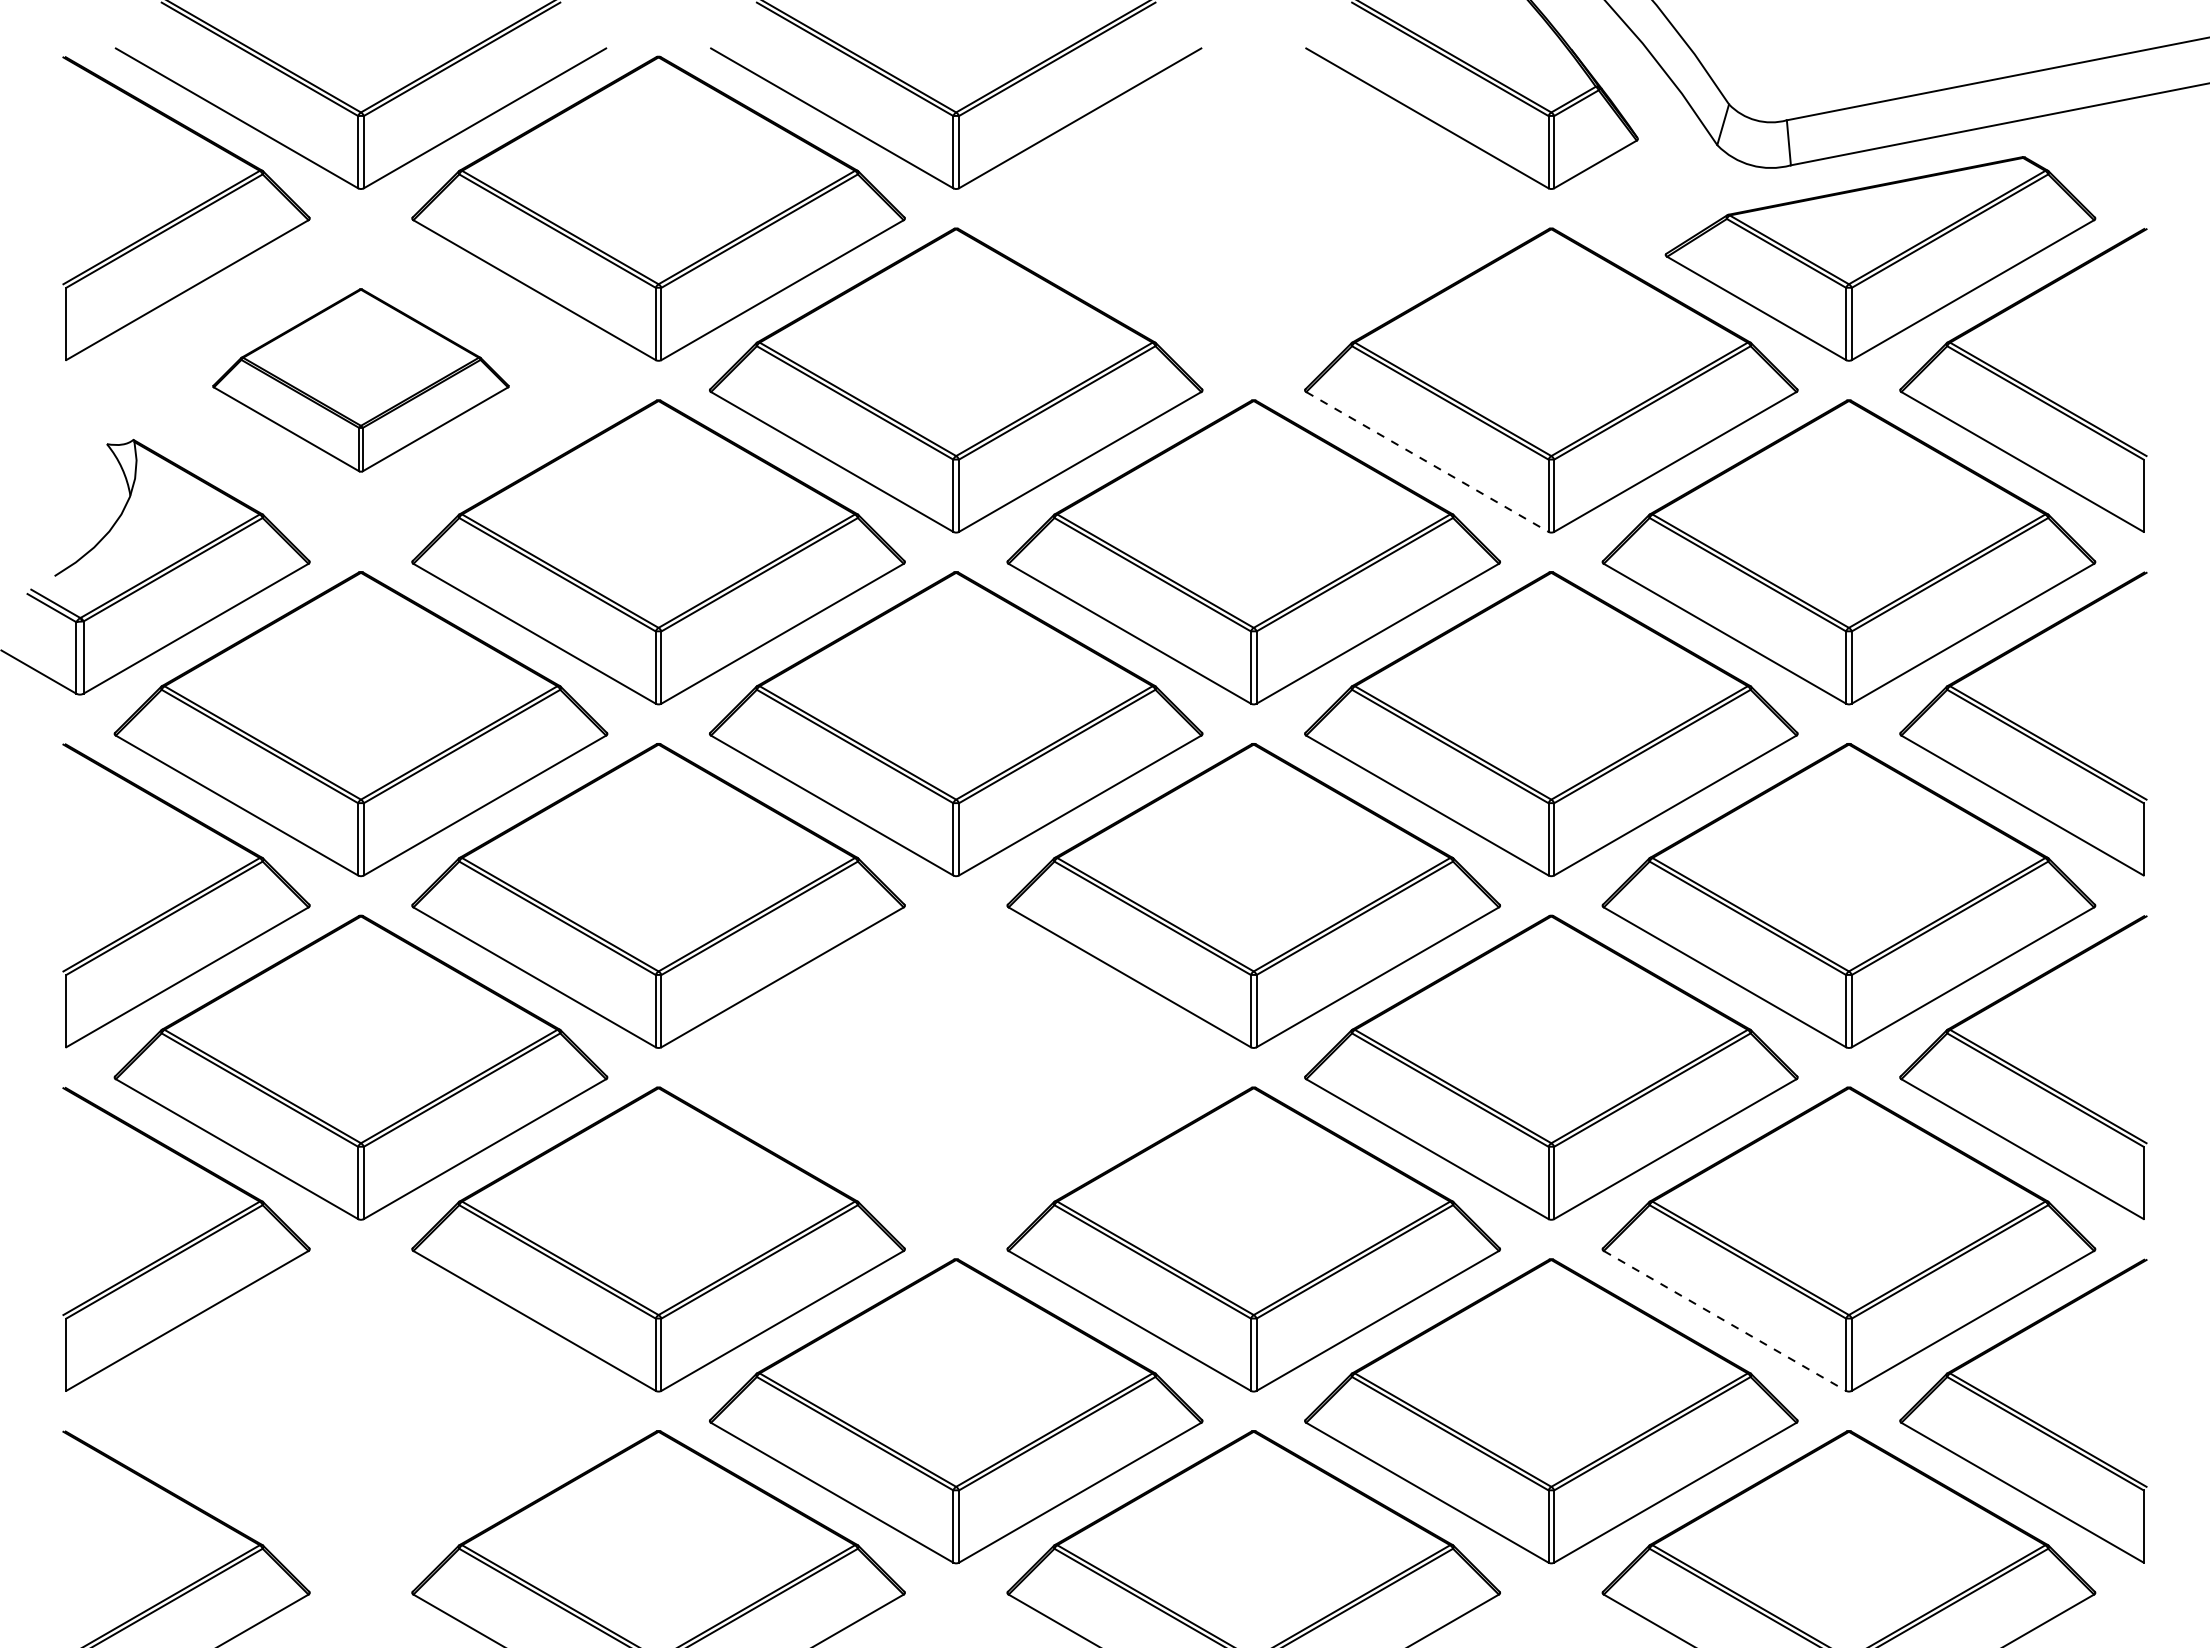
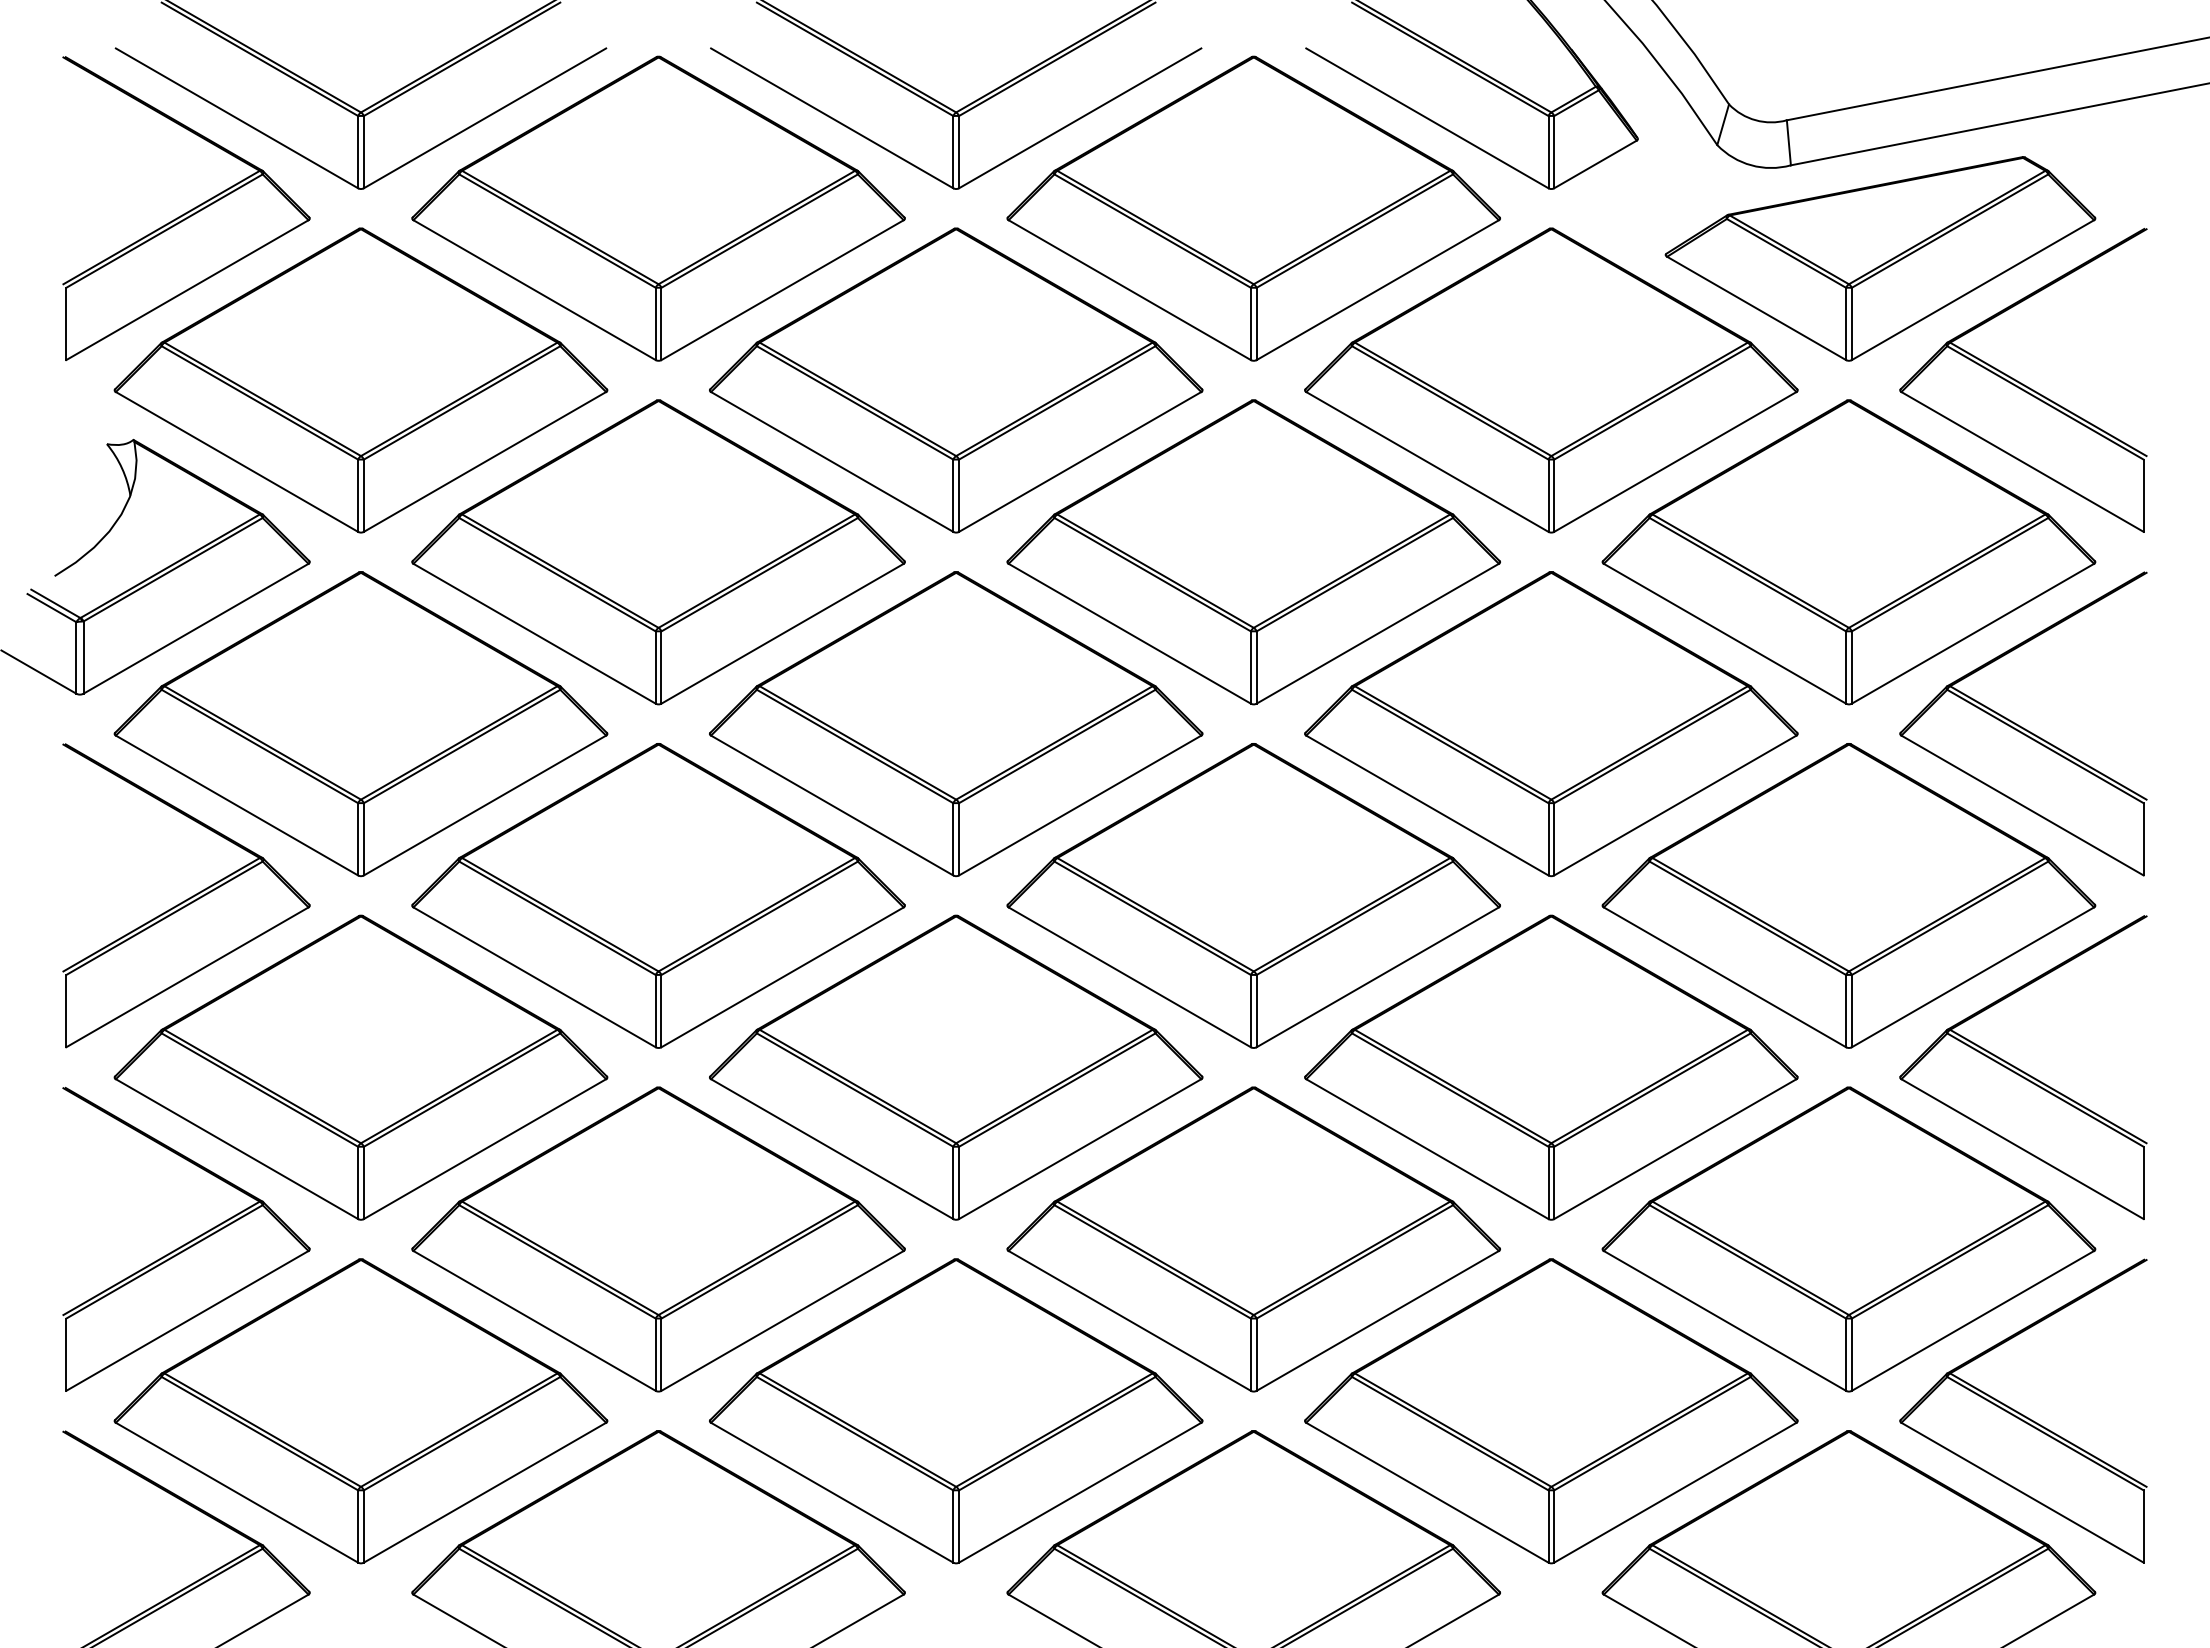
part at (1253, 208): none -> present
part at (360, 380) size: 298x185 px -> 496x307 px
line at (1427, 461): dashed -> solid
part at (956, 1067): none -> present
line at (1724, 1320): dashed -> solid
part at (360, 1411): none -> present
